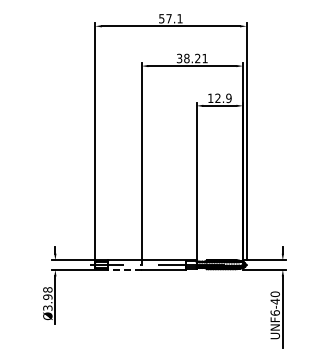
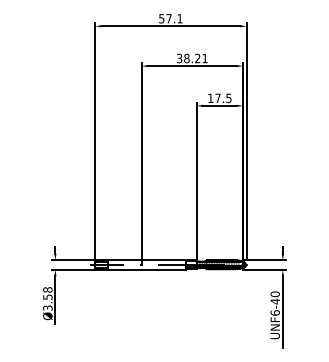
text at (223, 97): 12.9 -> 17.5
line at (124, 269): dashed -> solid
text at (47, 296): Ø3.98 -> Ø3.58
